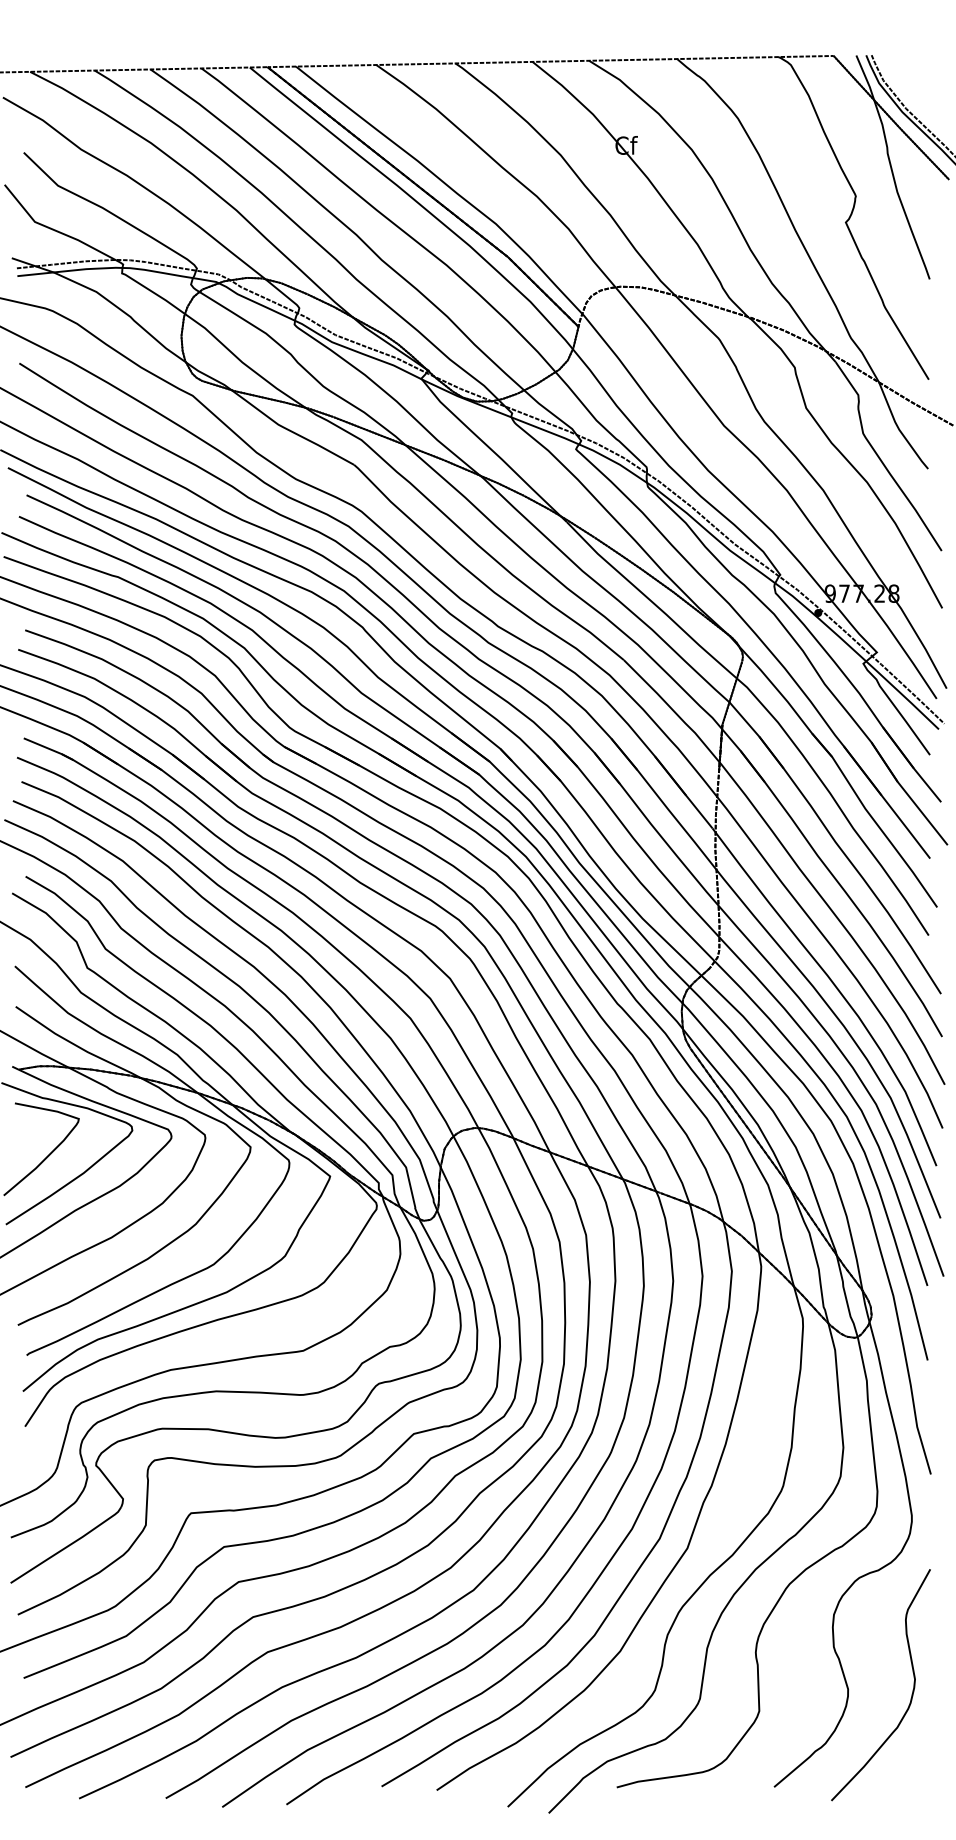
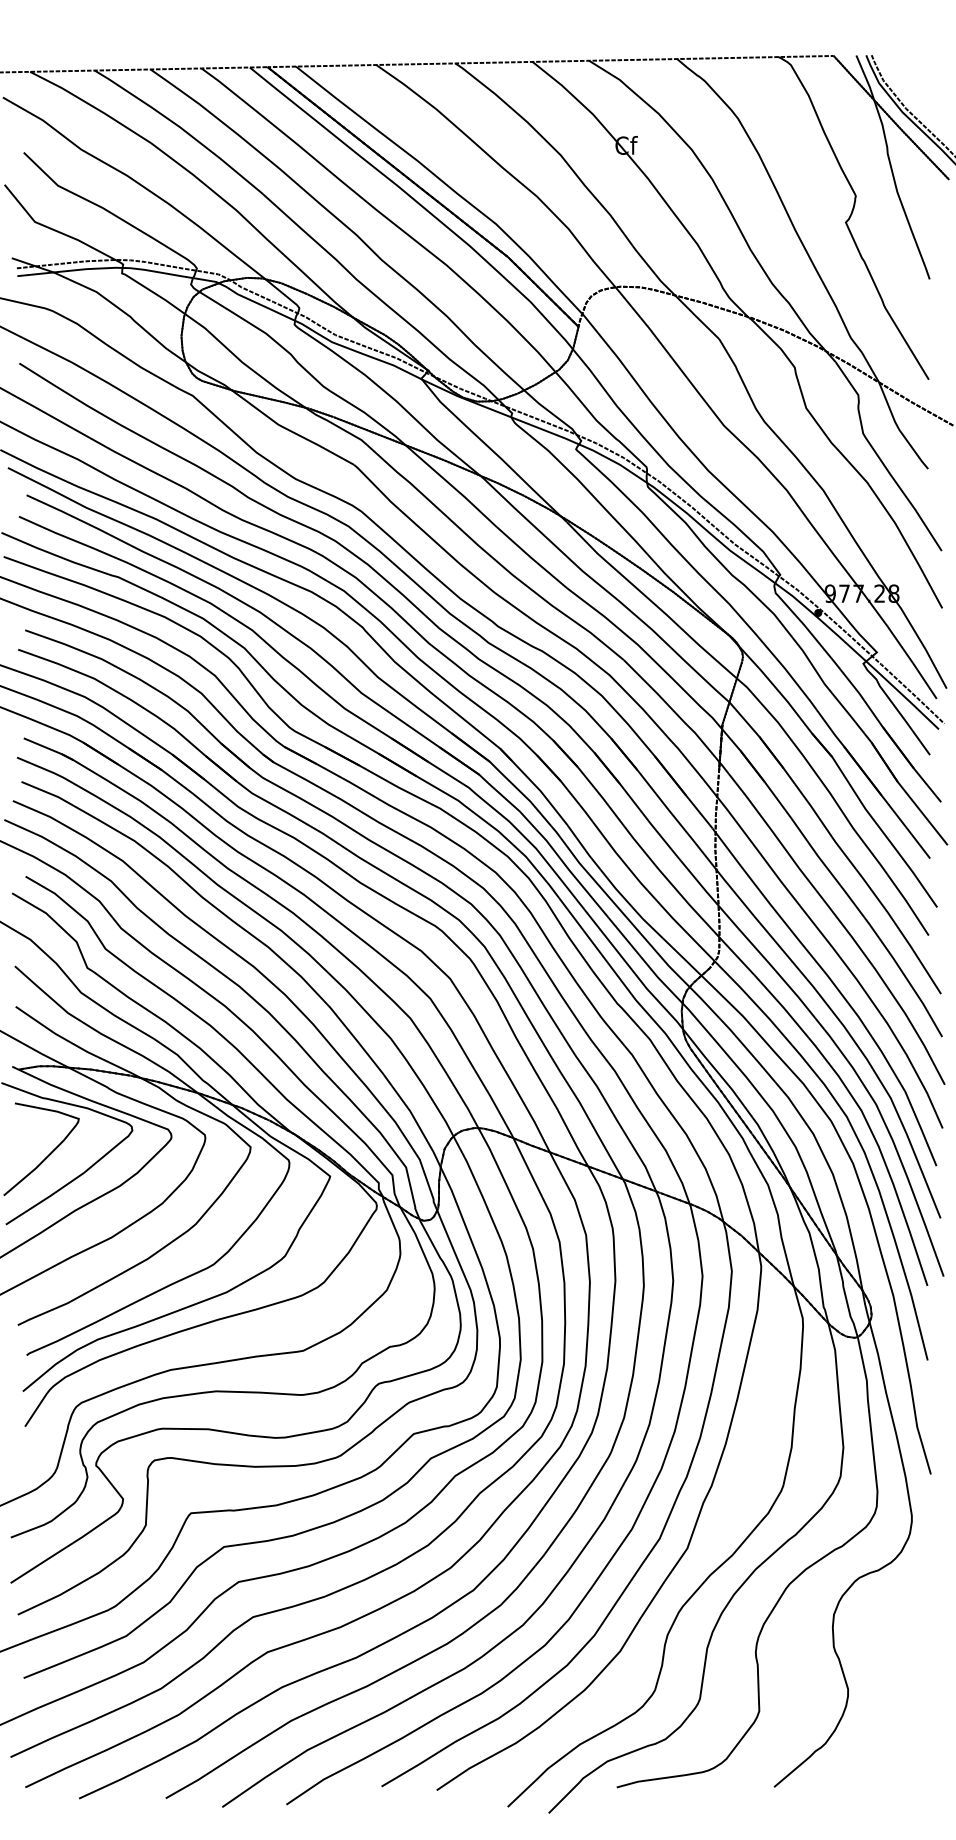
curve at (912, 1689): present -> none
